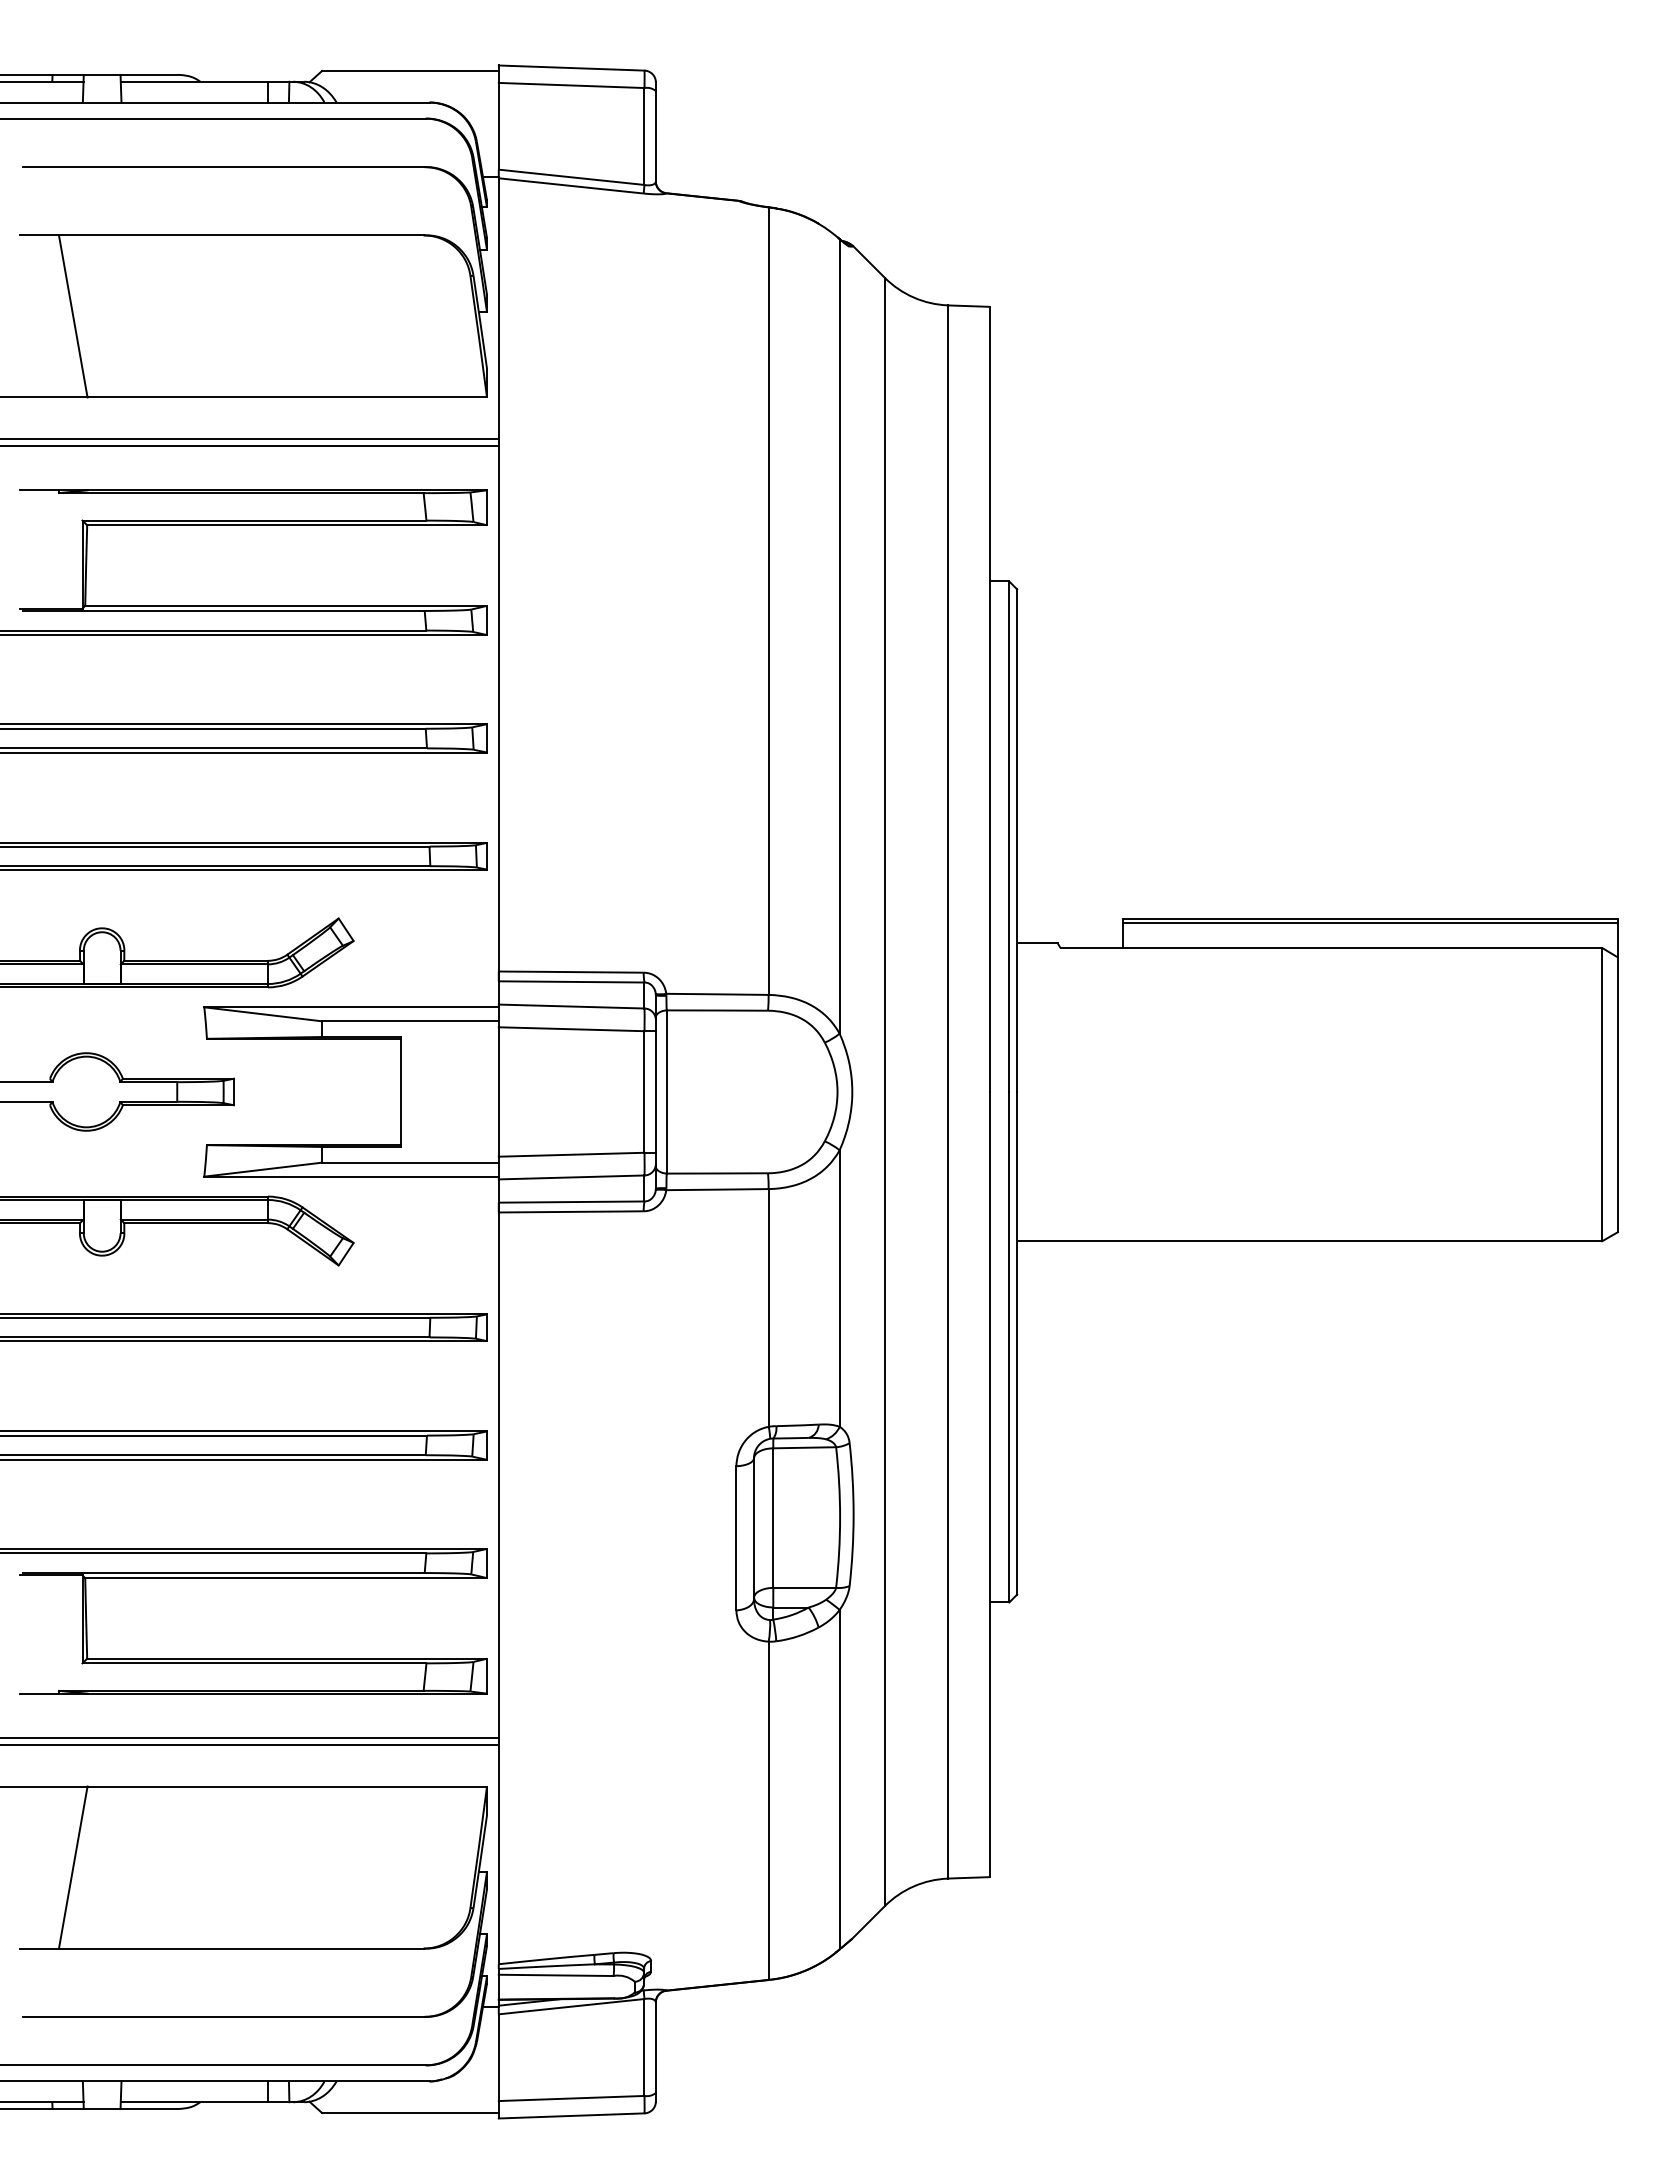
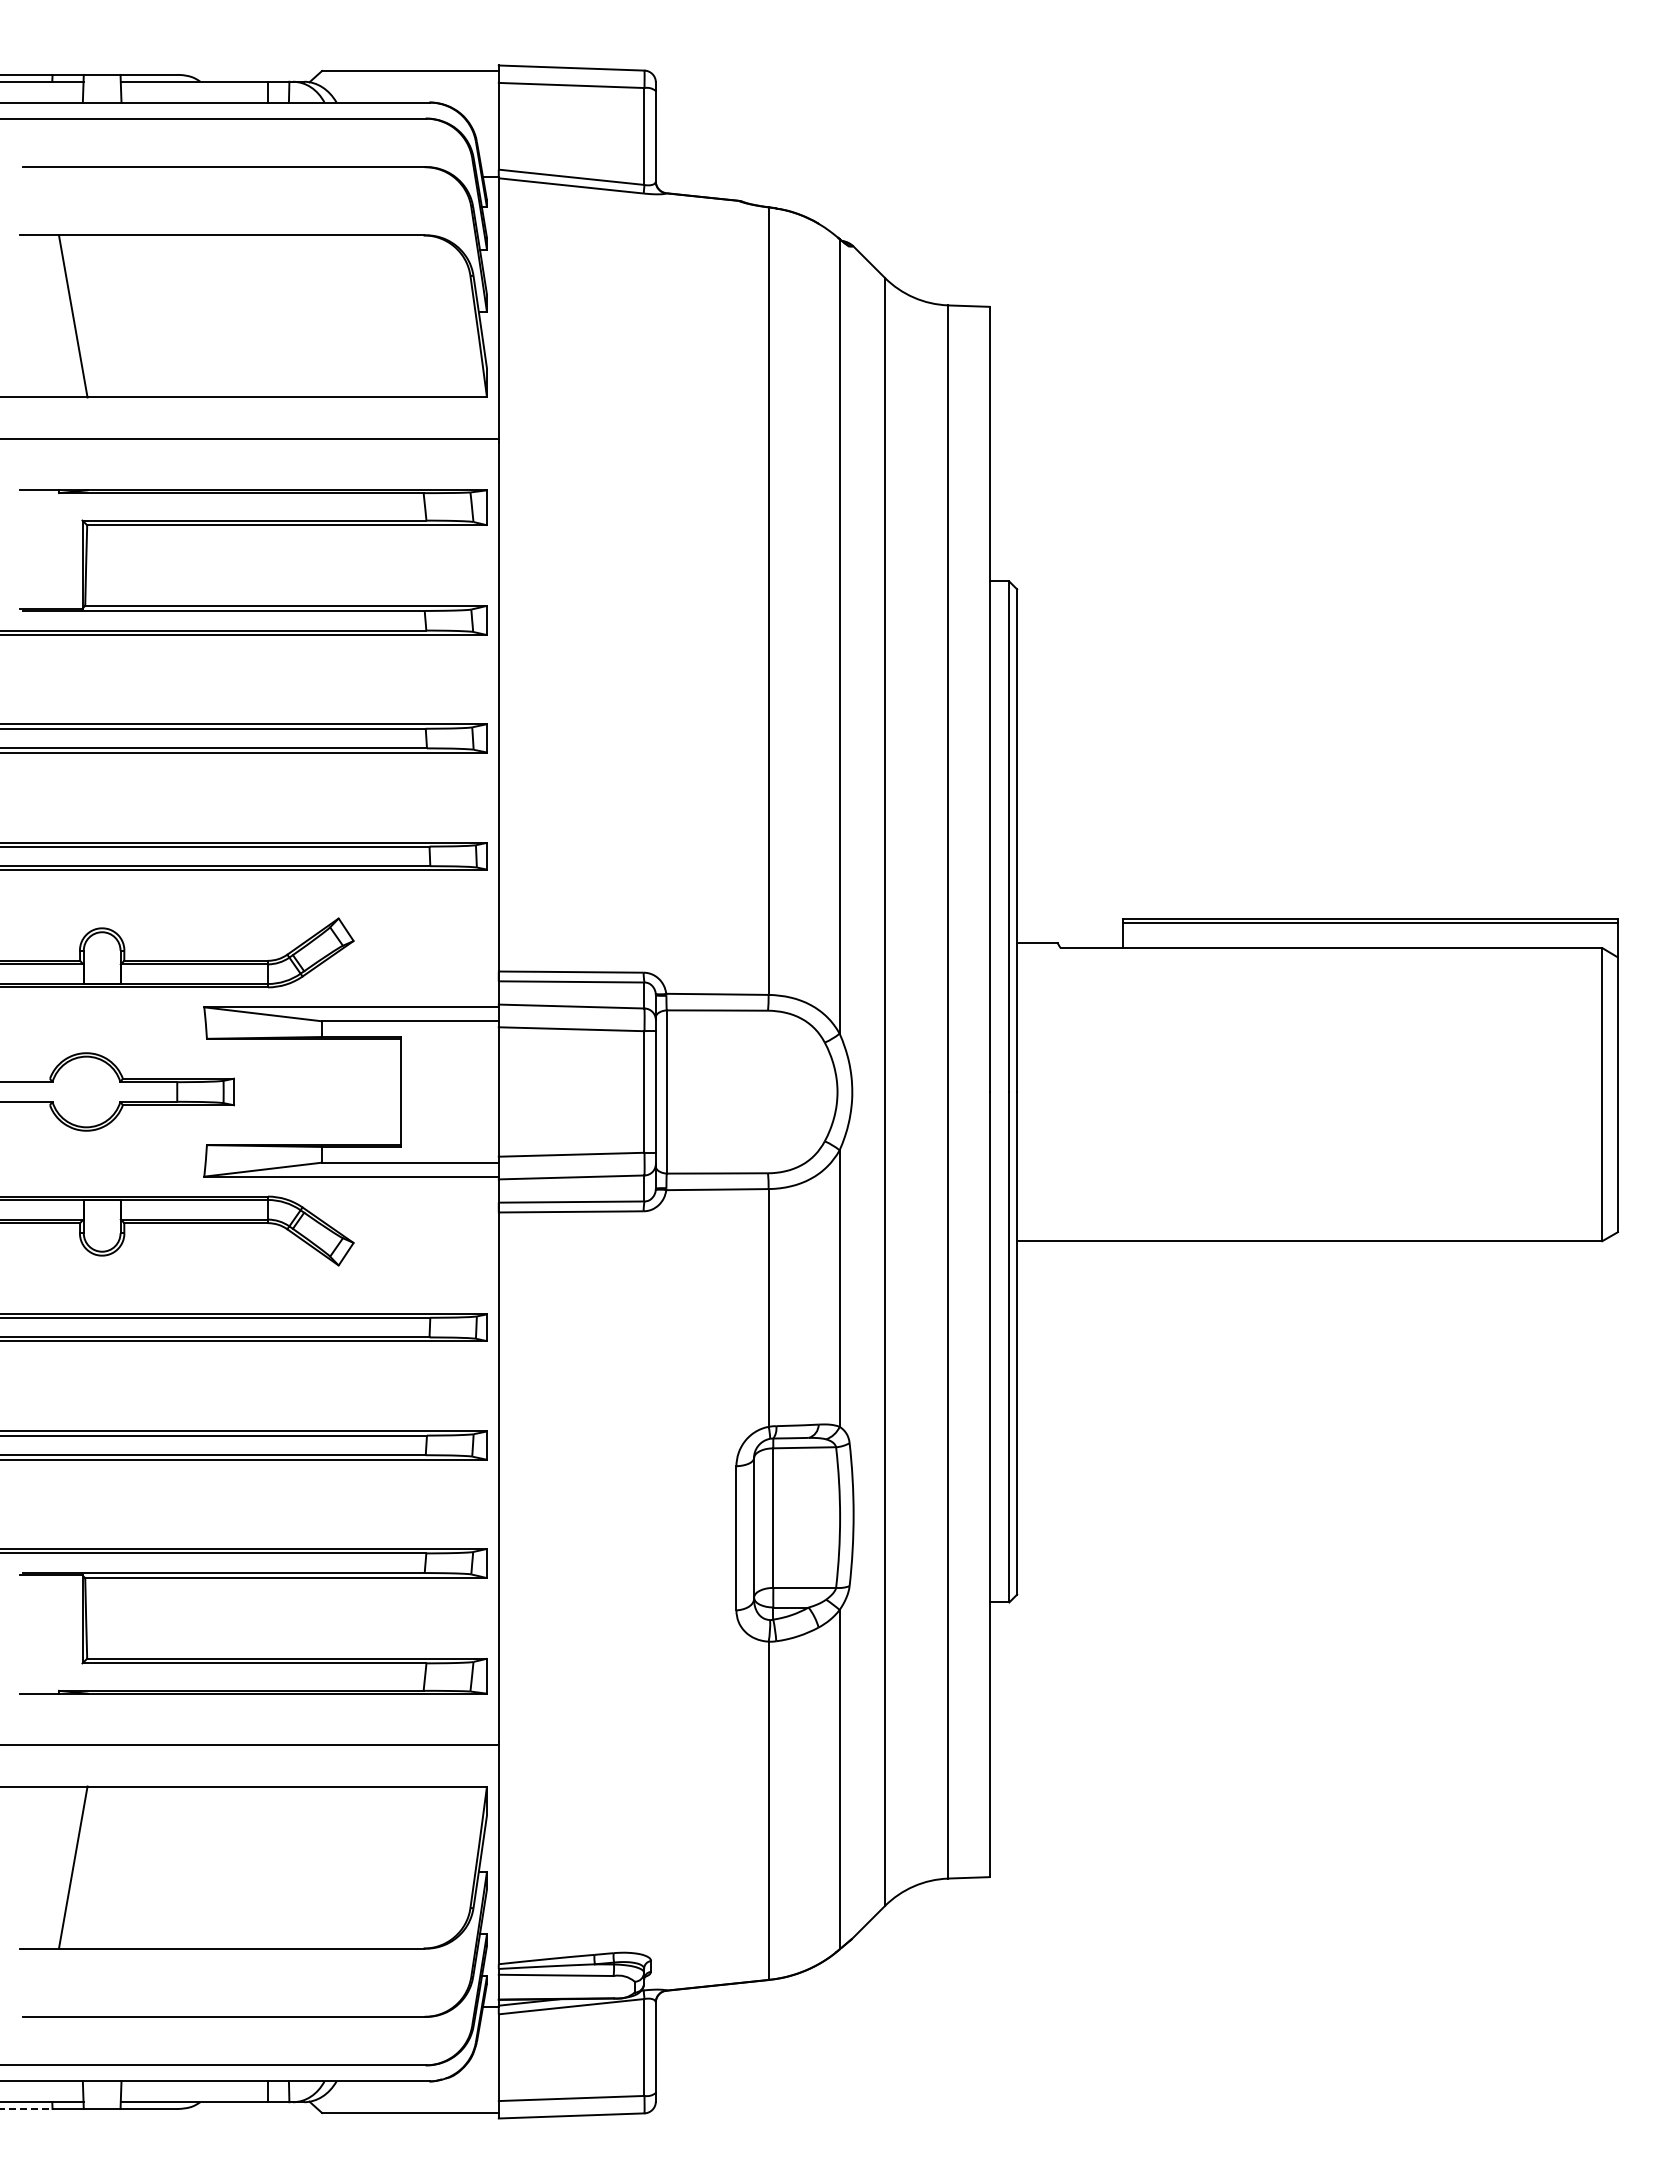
line at (250, 445): present -> none
line at (250, 1738): present -> none
line at (26, 2109): solid -> dashed
